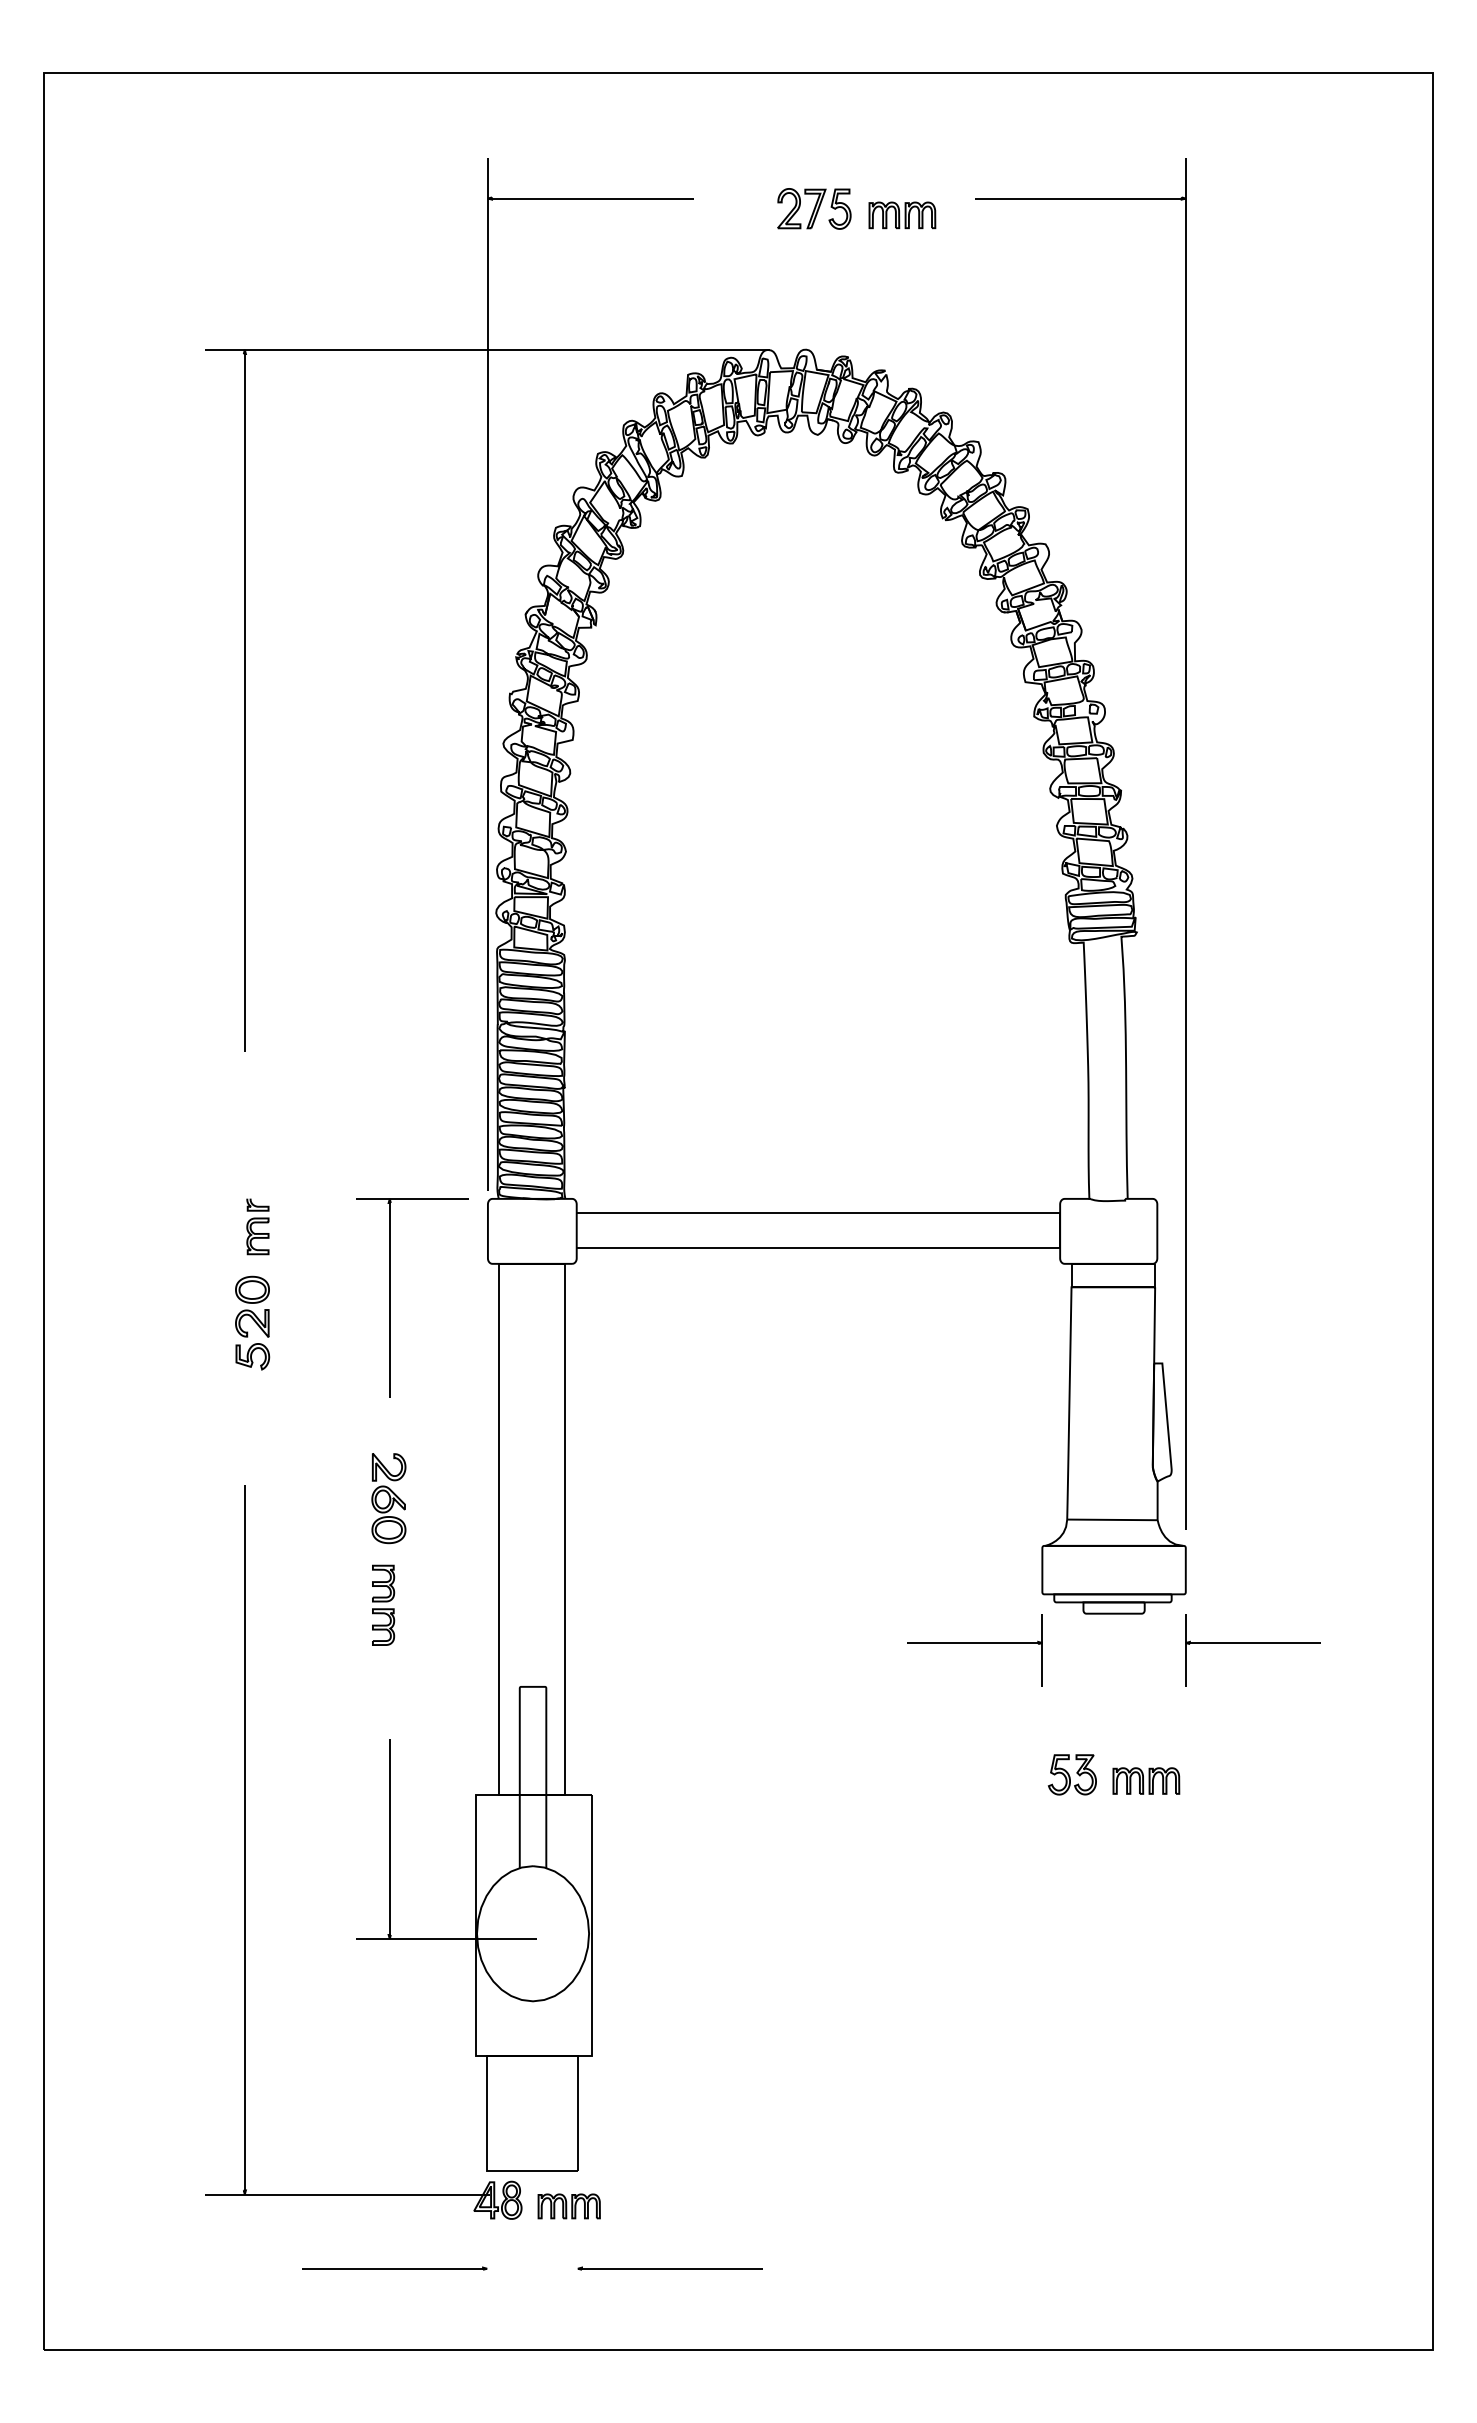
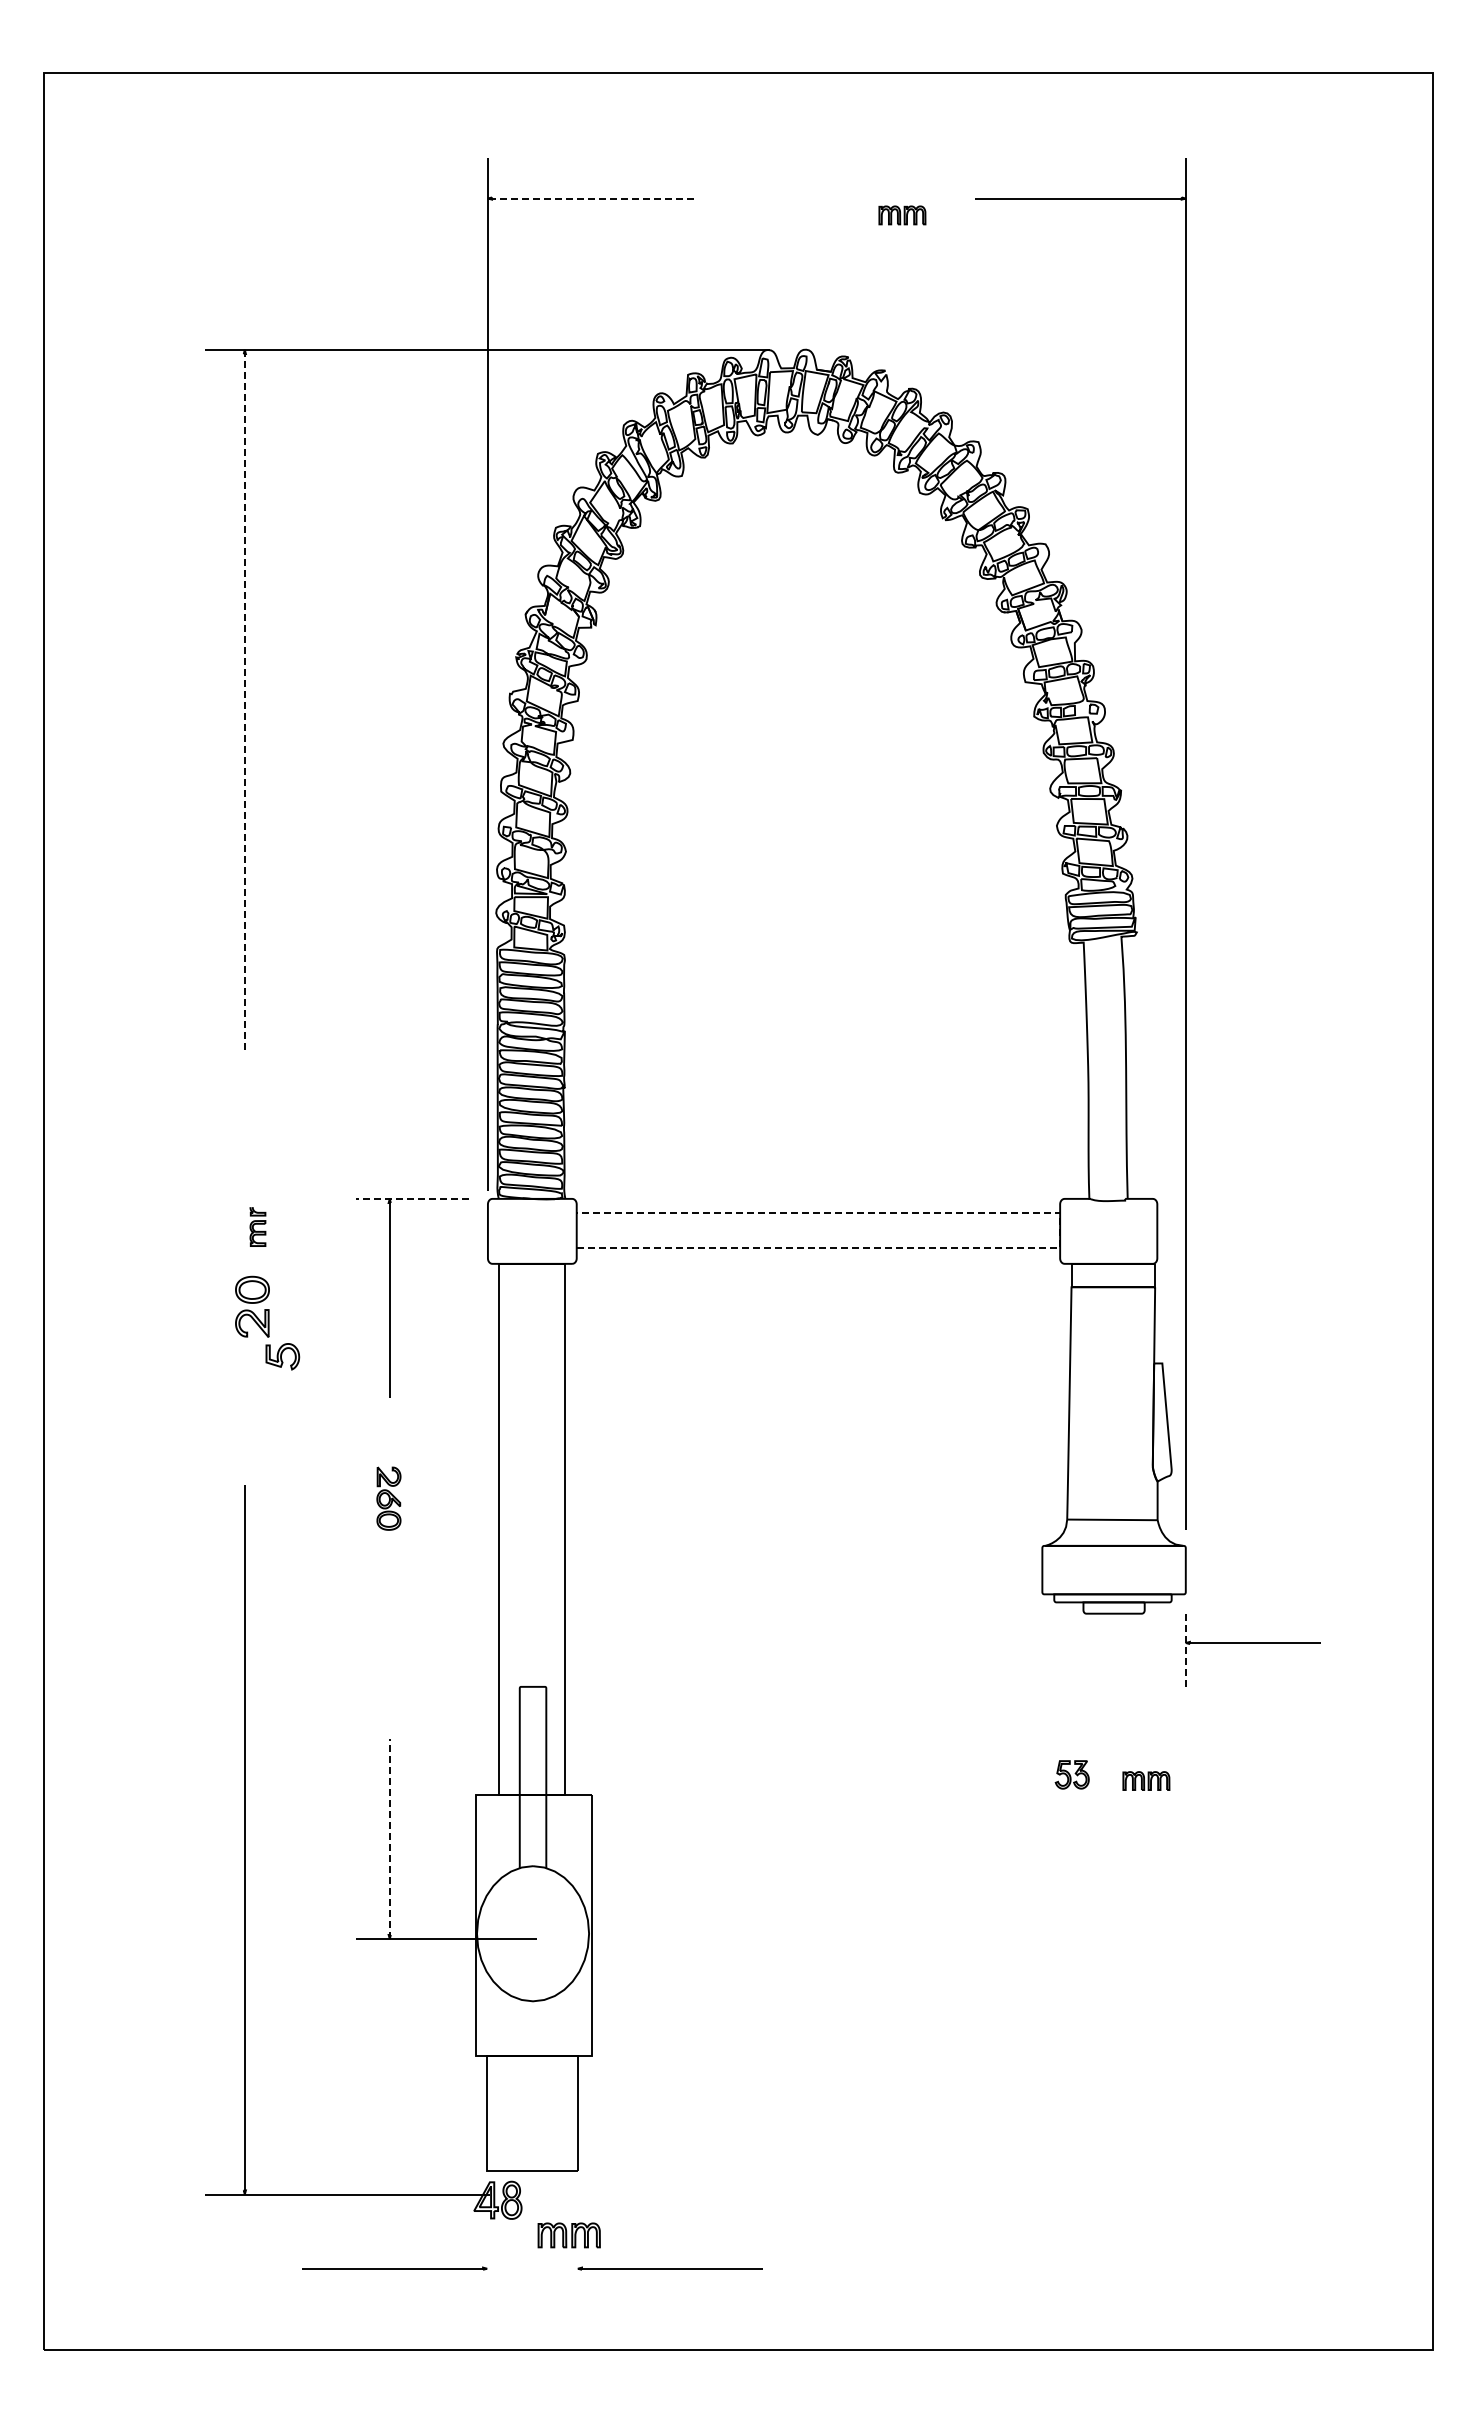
line at (590, 198): solid -> dashed
part at (814, 208): present -> none
part at (902, 215) size: 69x29 px -> 49x21 px
line at (244, 701): solid -> dashed
line at (412, 1198): solid -> dashed
part at (257, 1226) size: 24x58 px -> 18x40 px
line at (1060, 1230): solid -> dashed
part at (252, 1356) position: (252, 1356) -> (282, 1356)
part at (388, 1498) size: 36x92 px -> 26x65 px
part at (383, 1604): present -> none
part at (974, 1643): present -> none
line at (1185, 1650): solid -> dashed
part at (1071, 1774) size: 50x42 px -> 36x30 px
part at (1146, 1780) size: 69x28 px -> 49x20 px
line at (389, 1838): solid -> dashed
part at (568, 2206) position: (568, 2206) -> (568, 2235)
